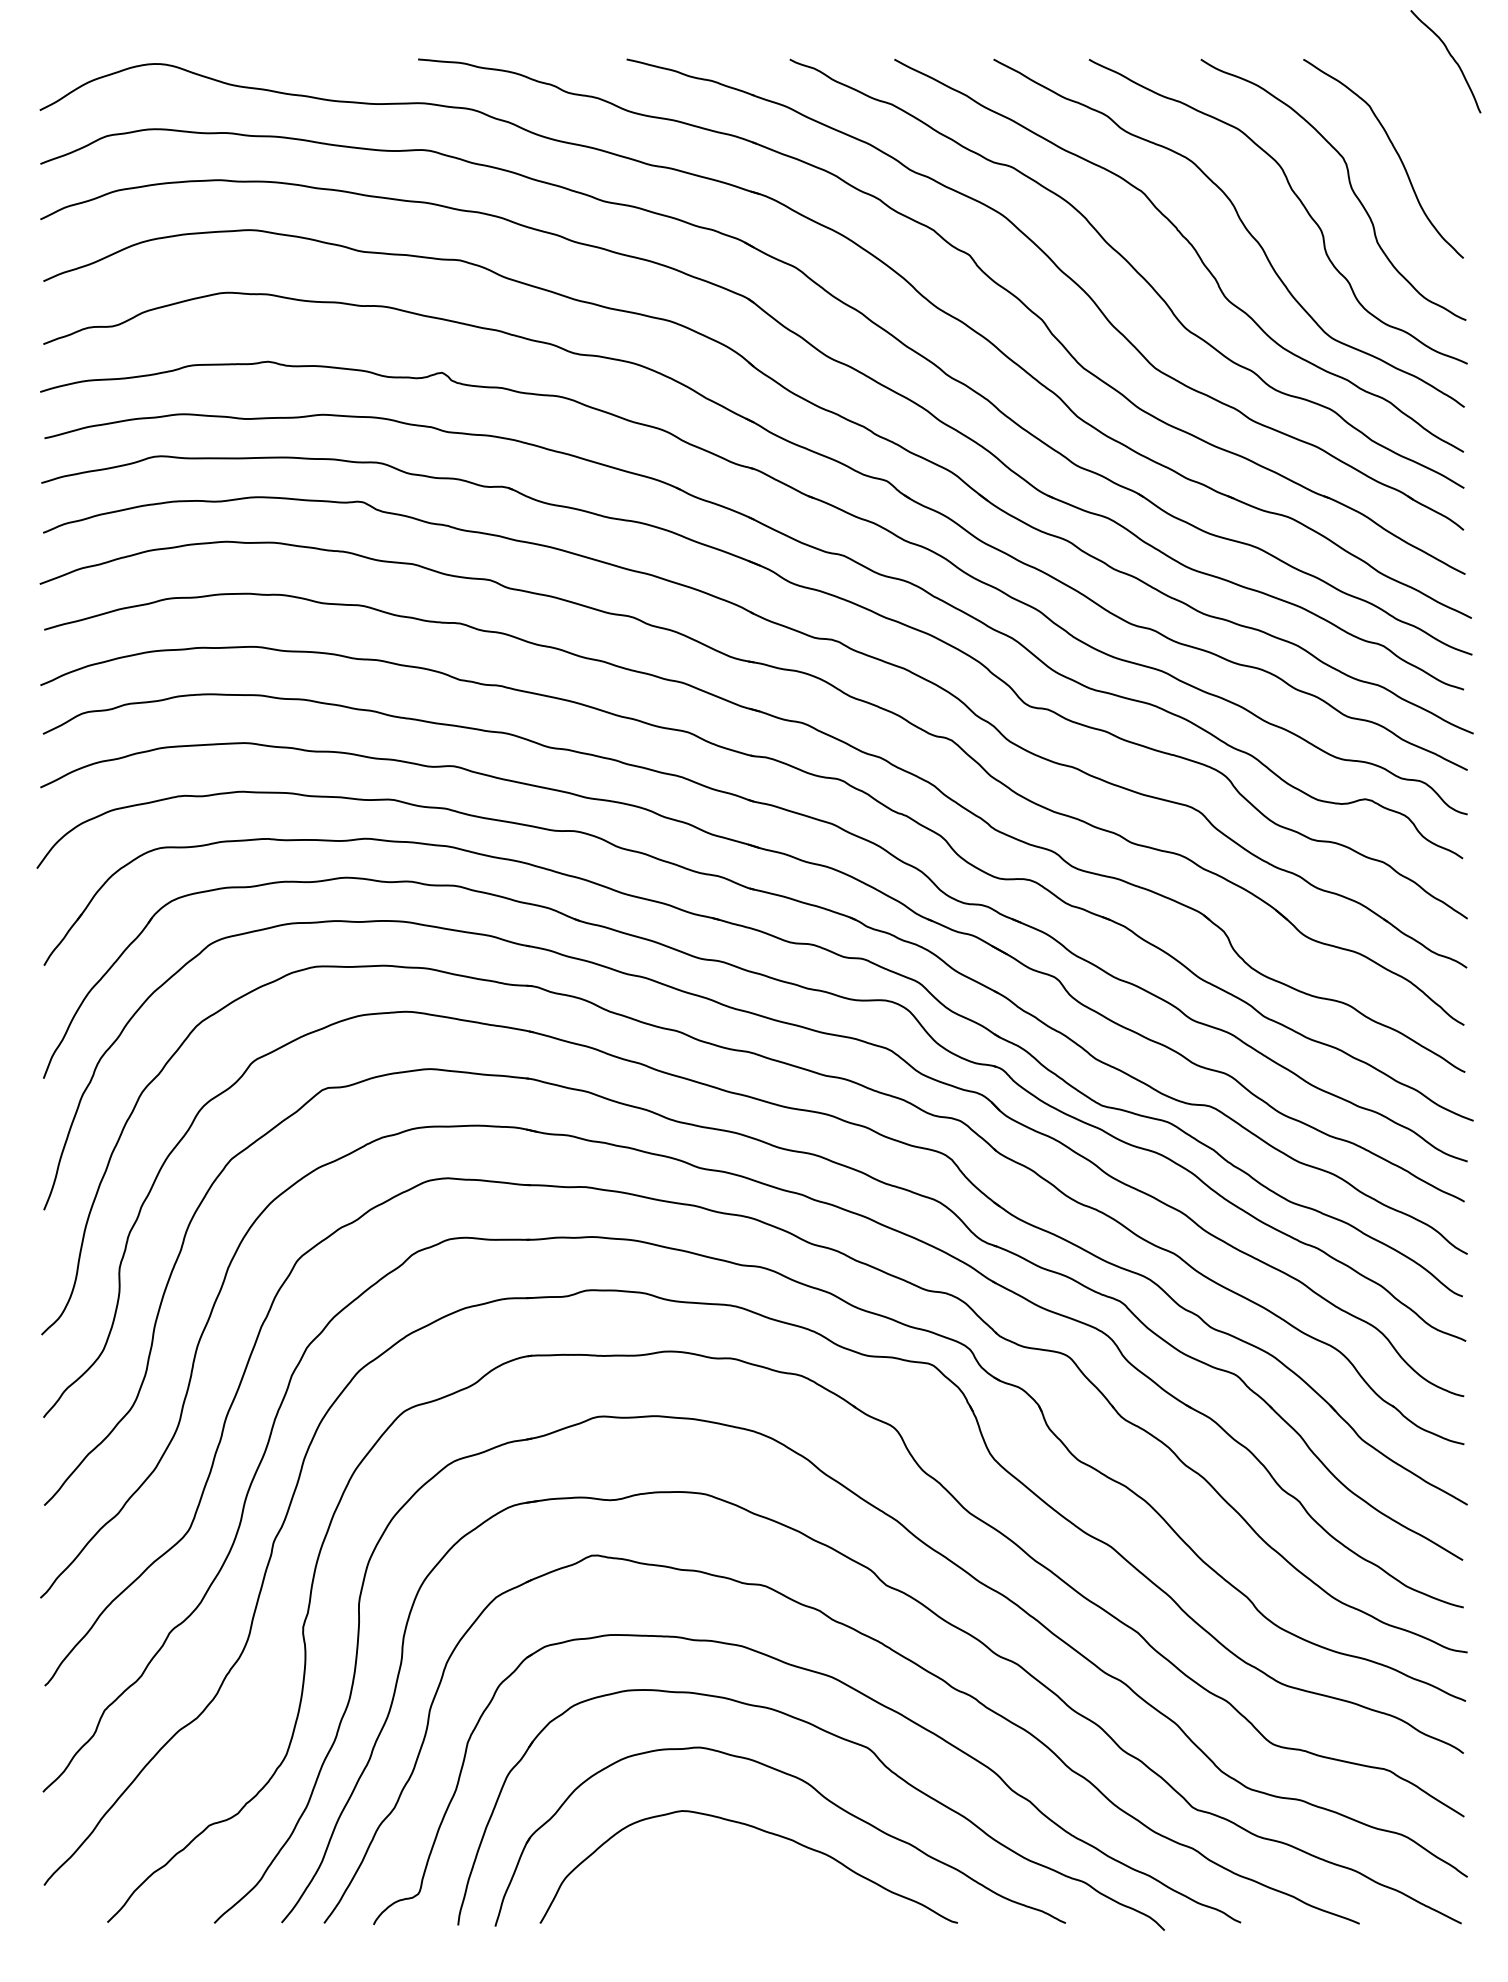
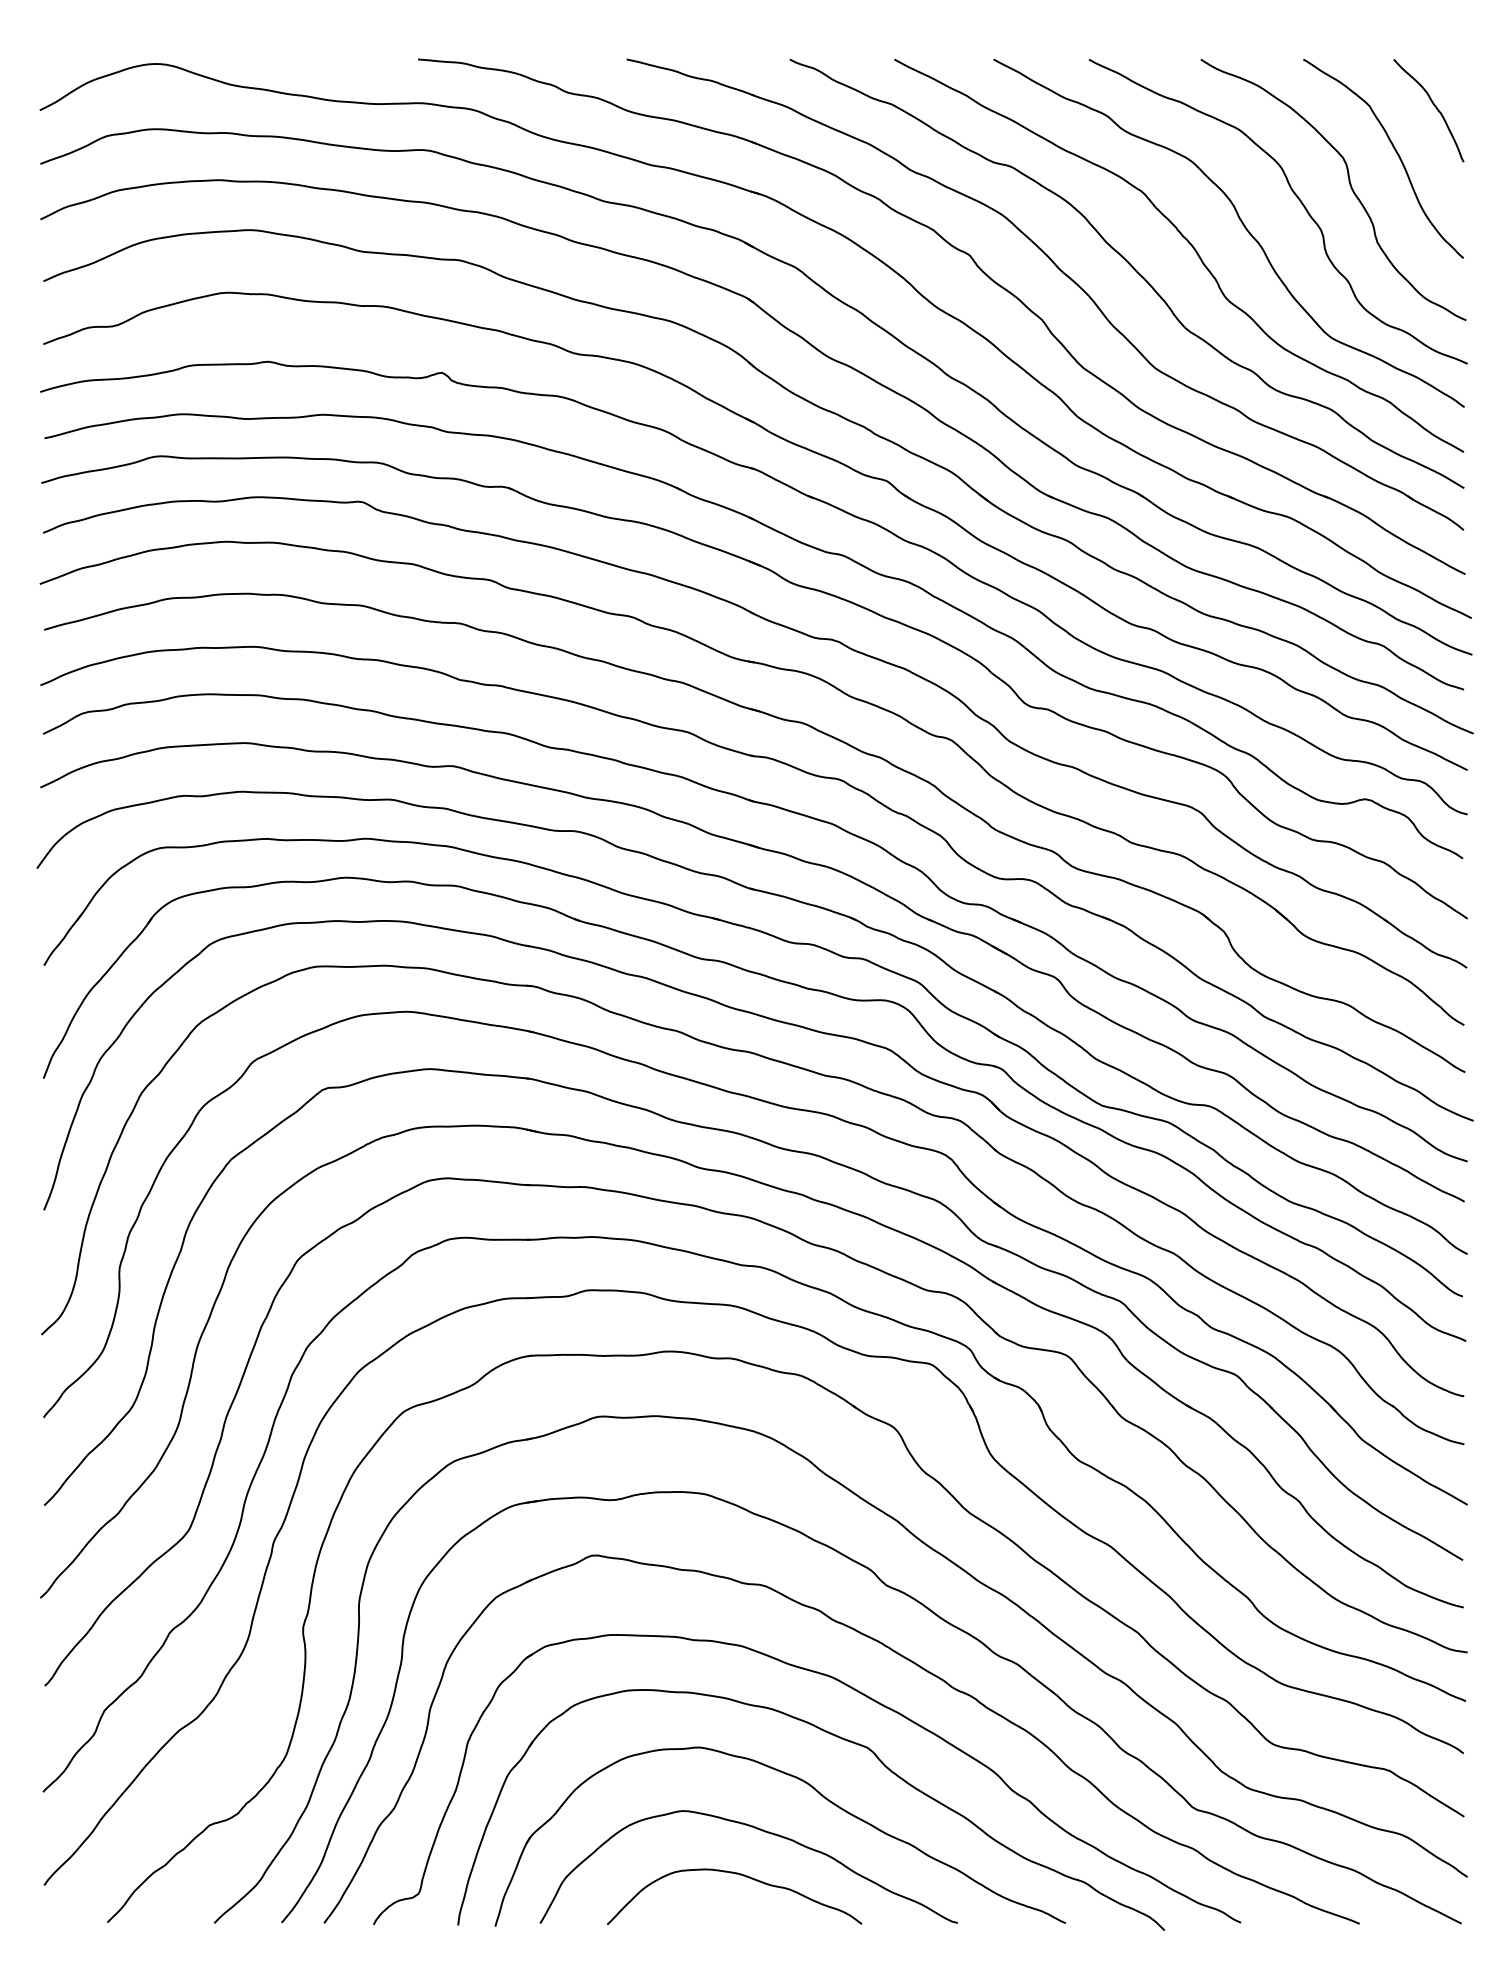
curve at (1450, 56) position: (1450, 56) -> (1433, 105)
curve at (739, 1875): none -> present
